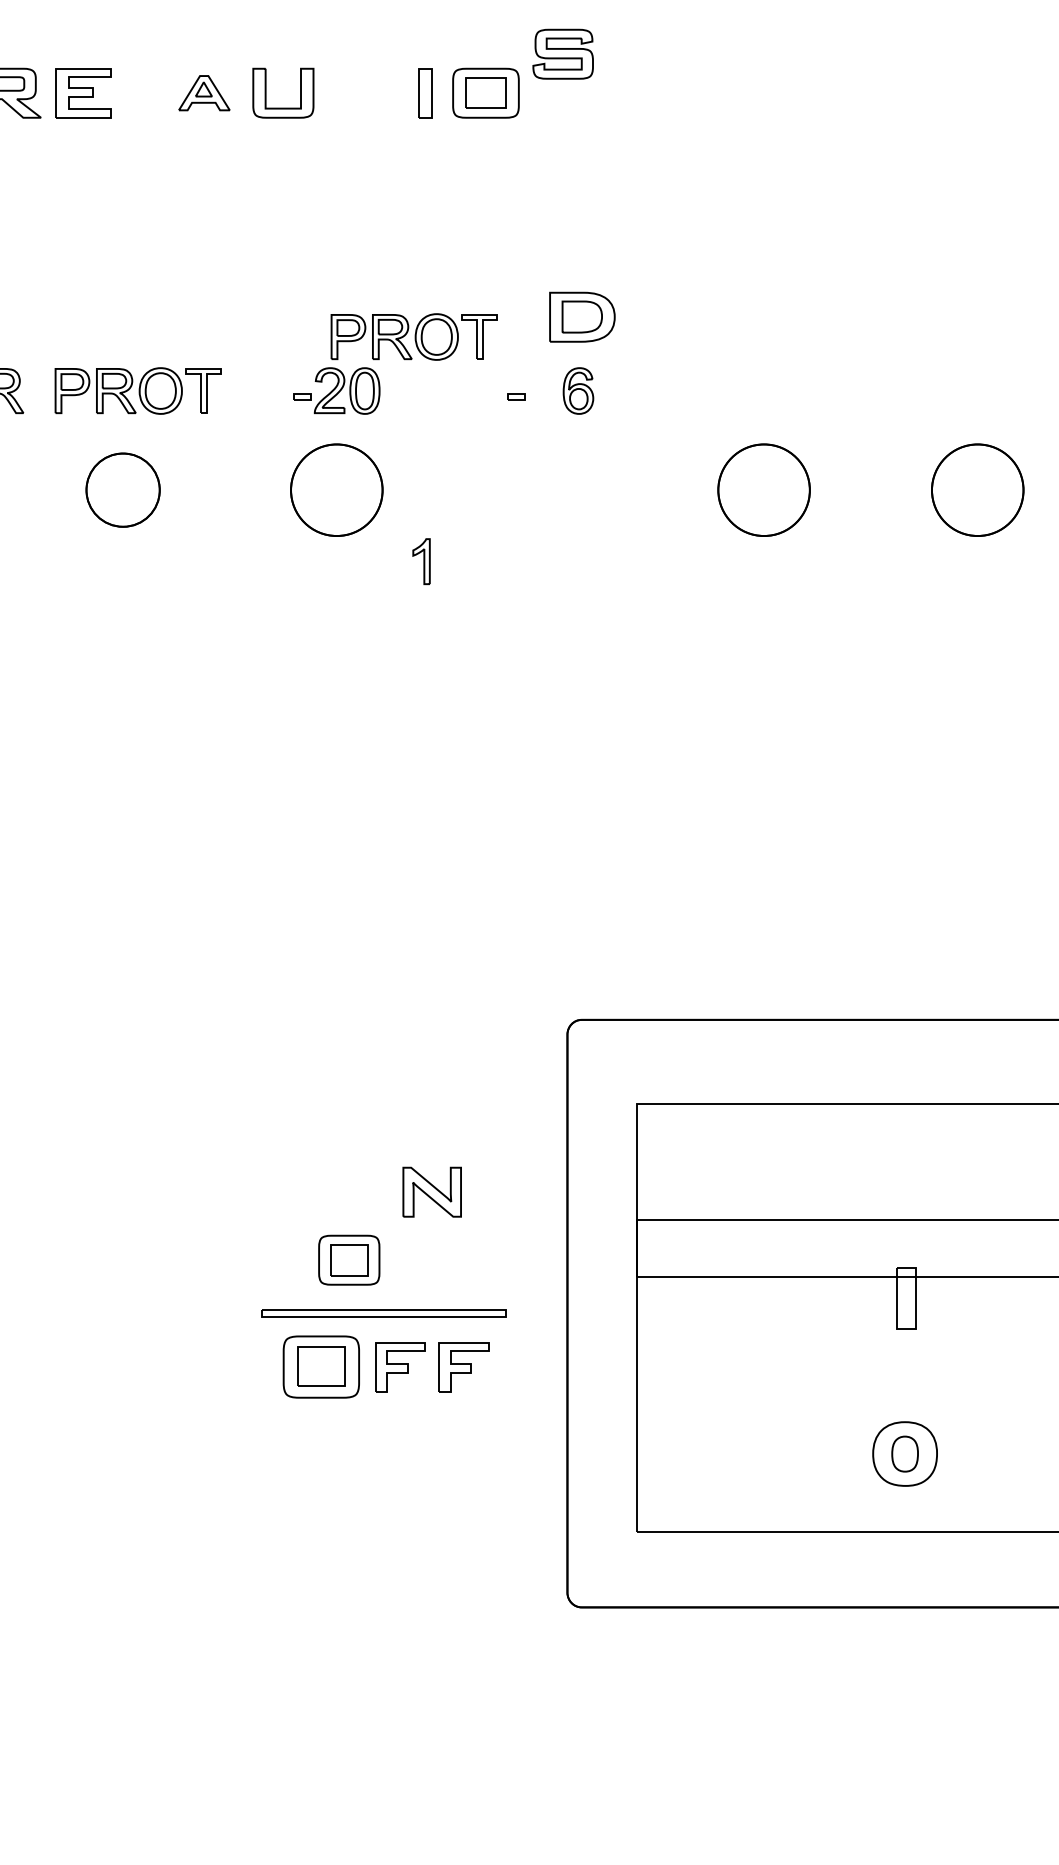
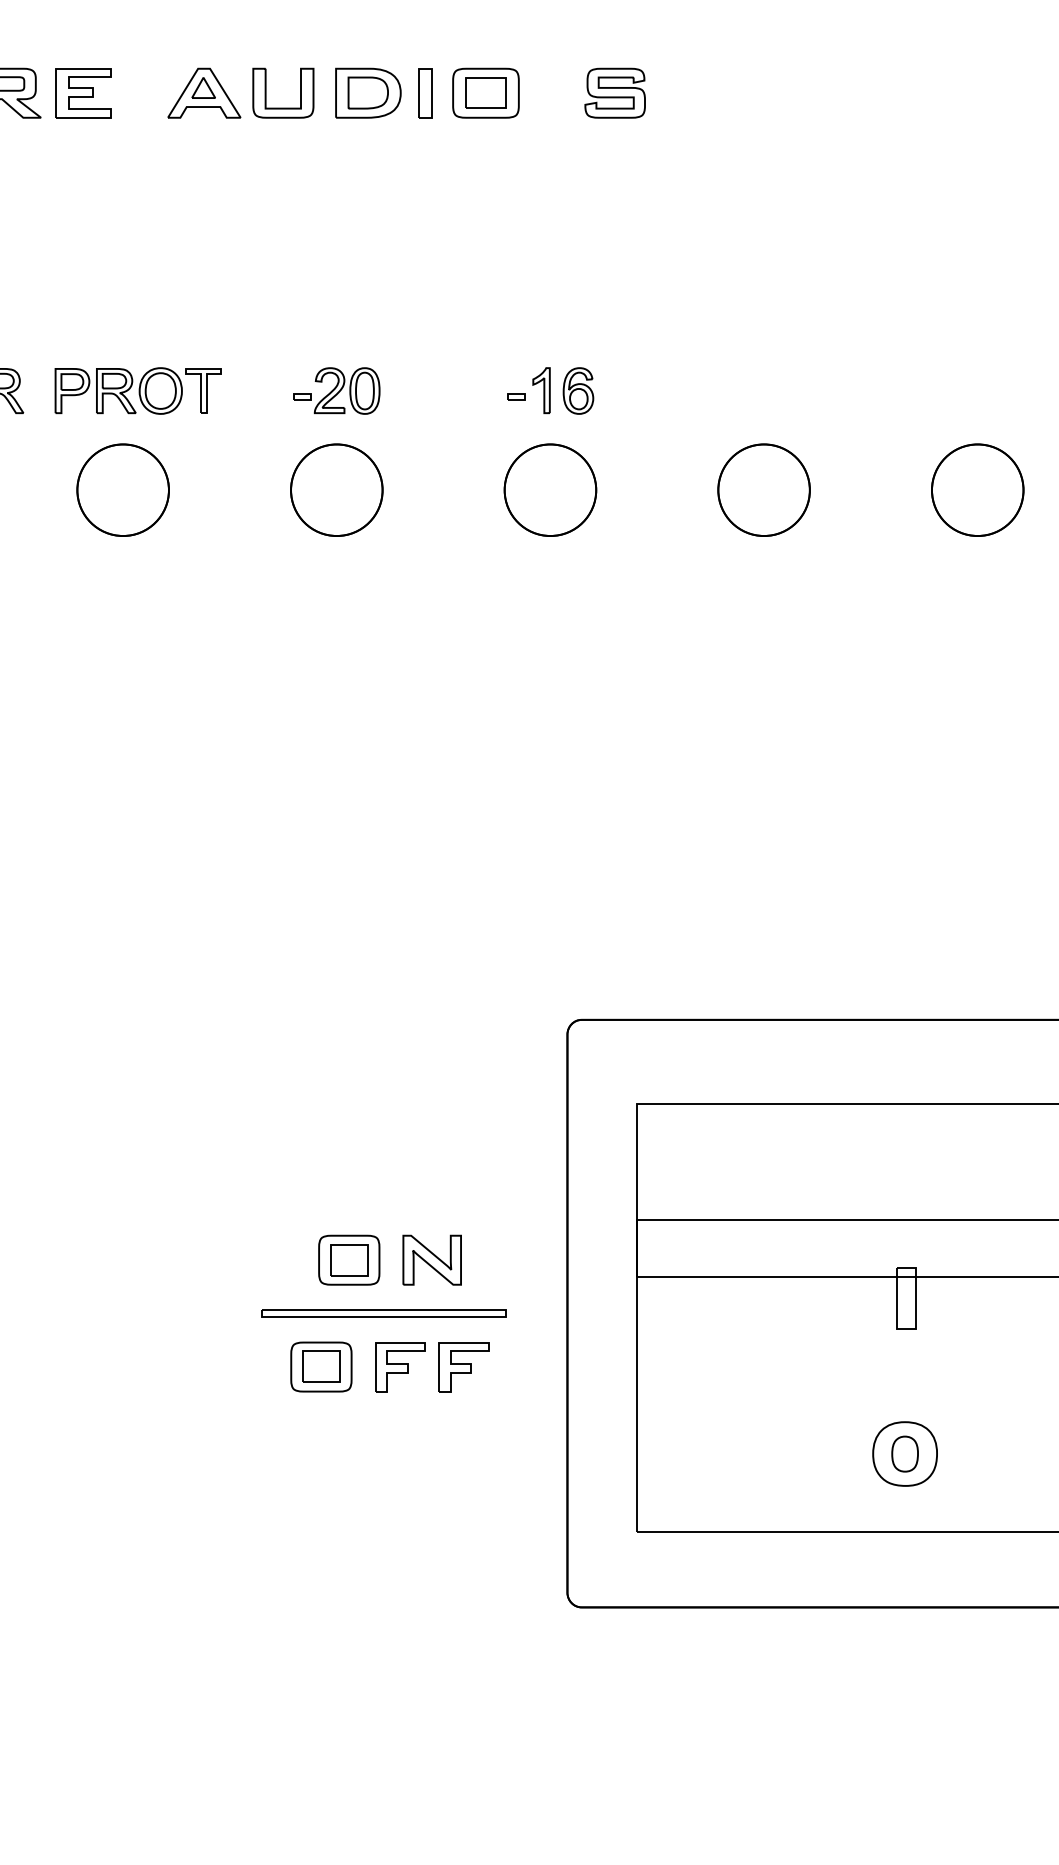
part at (562, 53) position: (562, 53) -> (614, 92)
part at (204, 93) size: 53x37 px -> 75x52 px
part at (582, 316) position: (582, 316) -> (368, 92)
part at (413, 336): present -> none
part at (122, 489) size: 76x76 px -> 94x94 px
part at (550, 489): none -> present
part at (421, 561) position: (421, 561) -> (541, 390)
part at (431, 1191) position: (431, 1191) -> (431, 1259)
part at (320, 1366) size: 78x64 px -> 63x52 px
